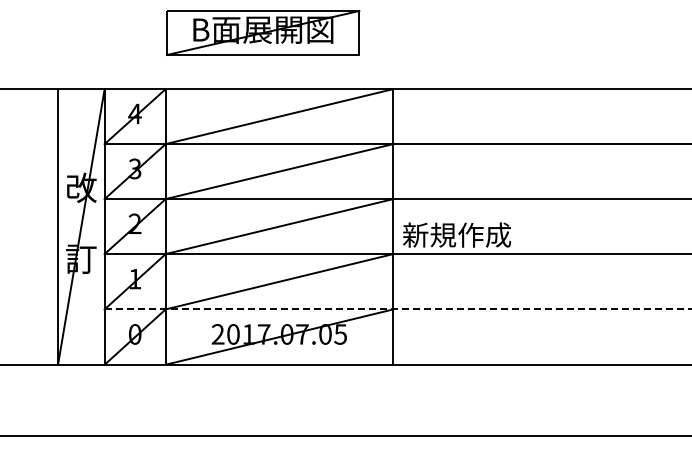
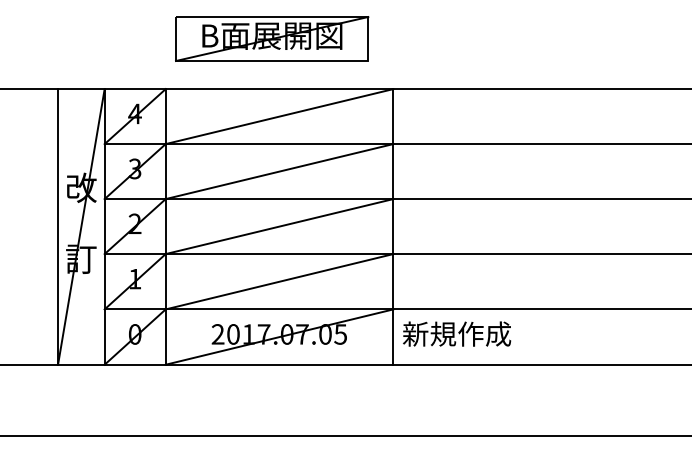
part at (263, 32) position: (263, 32) -> (272, 38)
text at (457, 234) position: (457, 234) -> (457, 333)
line at (398, 309): dashed -> solid
